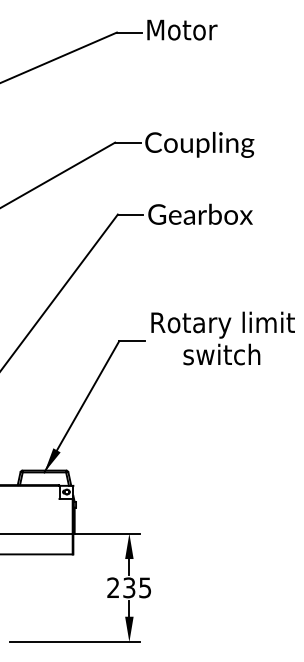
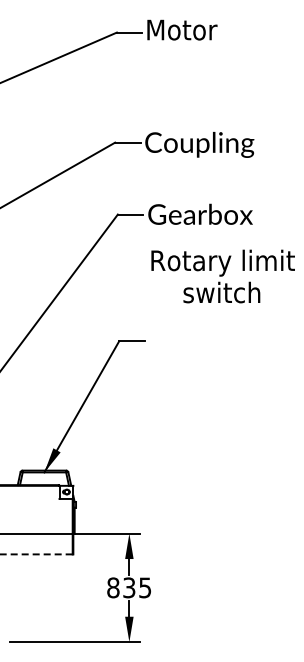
text at (222, 338) position: (222, 338) -> (222, 276)
line at (35, 554): solid -> dashed
text at (113, 587): 235 -> 835
